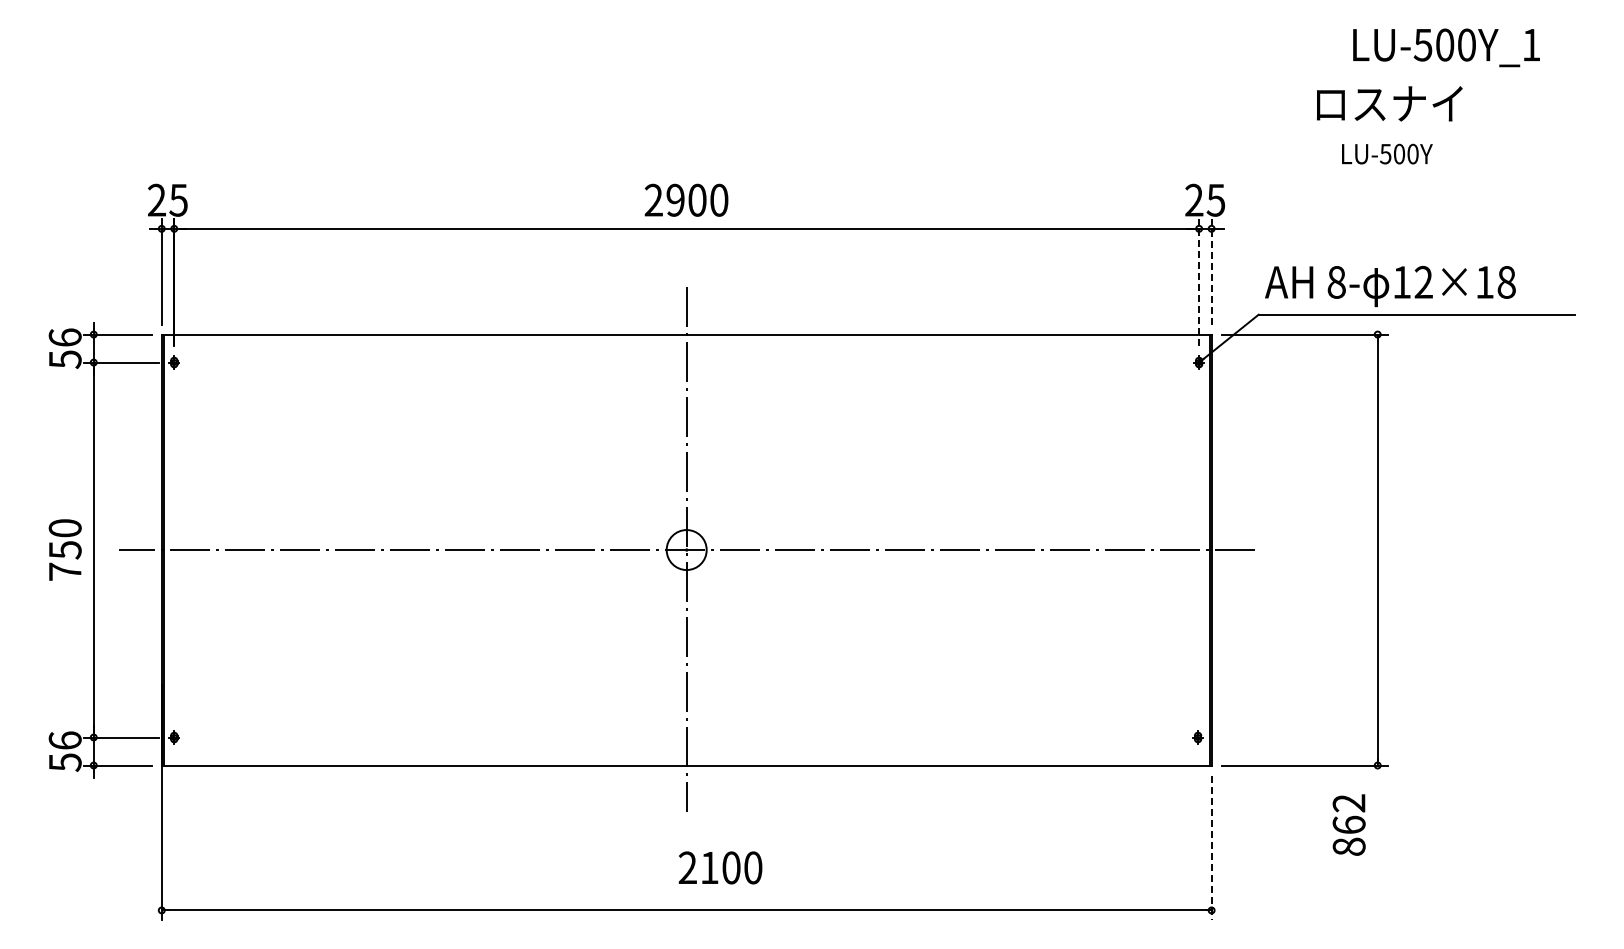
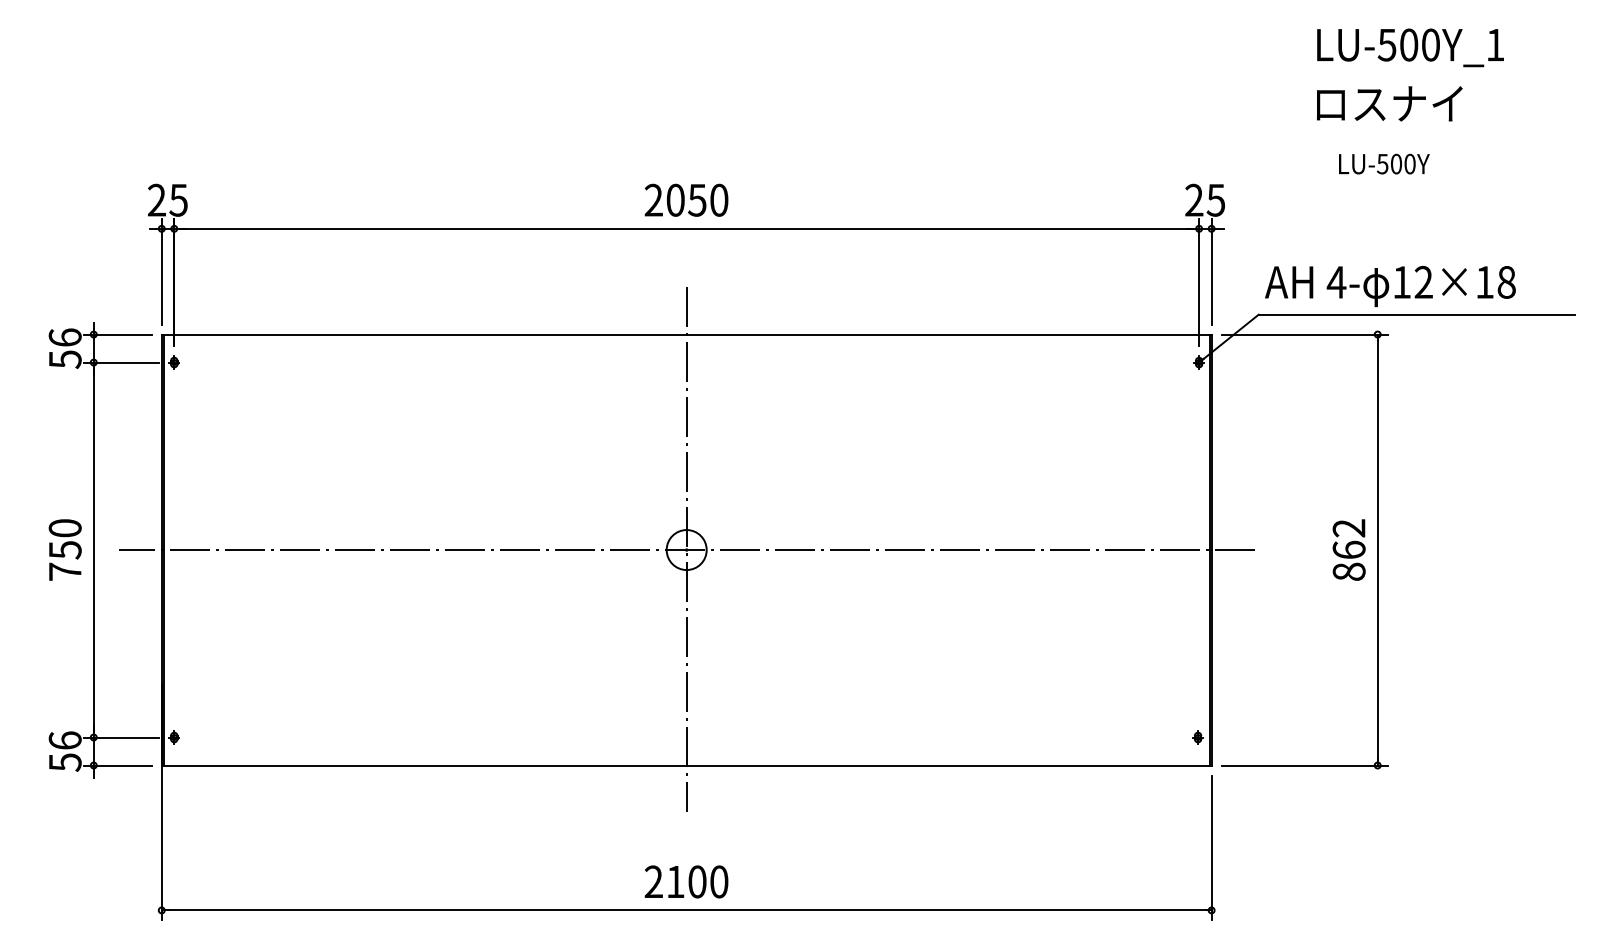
text at (1446, 47) position: (1446, 47) -> (1410, 47)
text at (1387, 153) position: (1387, 153) -> (1384, 163)
text at (686, 199): 2900 -> 2050
line at (1211, 271): dashed -> solid
line at (1199, 282): dashed -> solid
text at (1336, 282): 8- -> 4-
text at (1348, 824) position: (1348, 824) -> (1348, 549)
line at (1211, 848): dashed -> solid
text at (720, 867) position: (720, 867) -> (686, 881)
